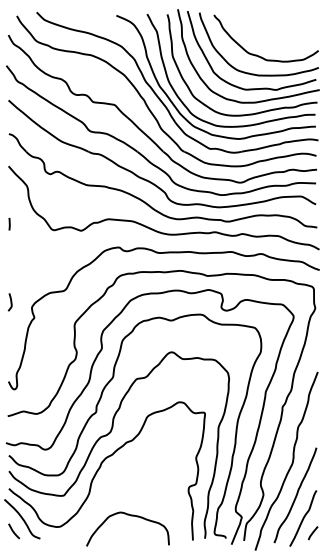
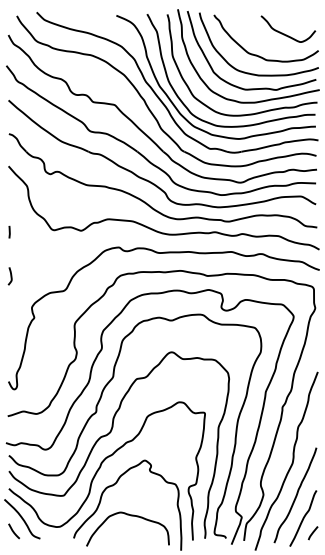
curve at (286, 34): none -> present
line at (9, 223) position: (9, 223) -> (9, 231)
curve at (10, 302) position: (10, 302) -> (10, 276)
curve at (114, 485): none -> present
